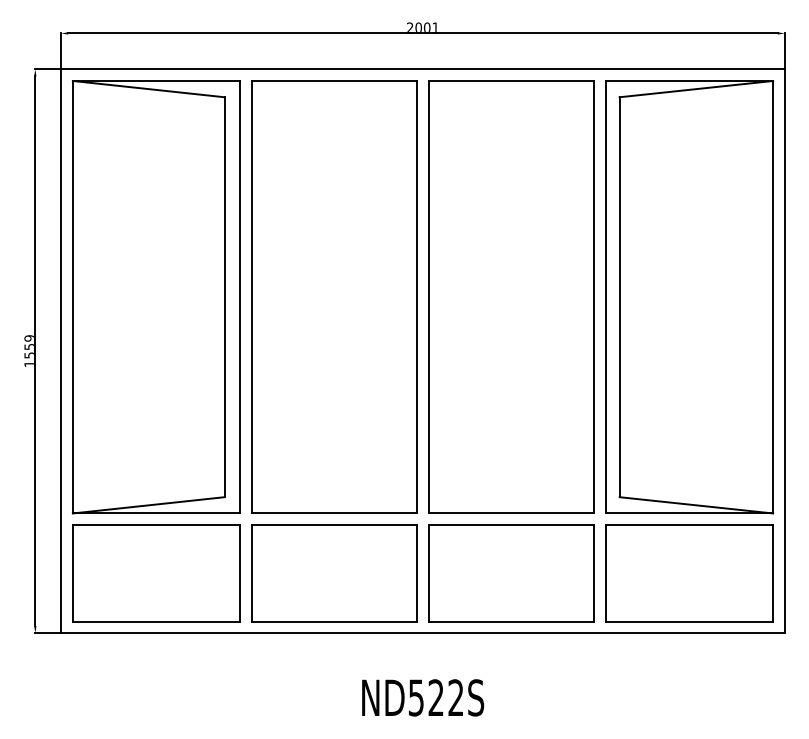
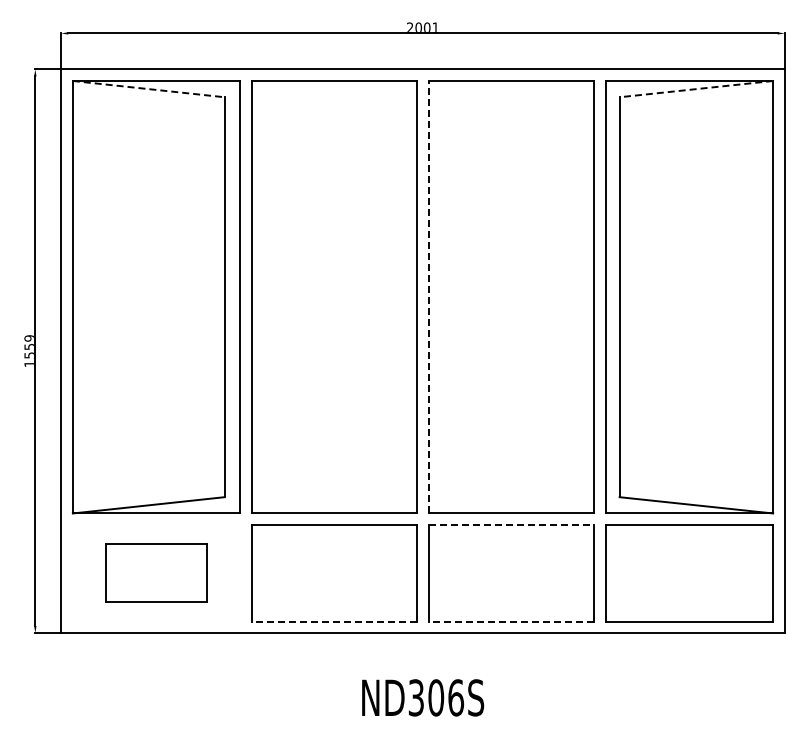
line at (149, 89): solid -> dashed
line at (695, 89): solid -> dashed
line at (428, 296): solid -> dashed
line at (511, 525): solid -> dashed
part at (156, 573) size: 169x99 px -> 103x60 px
line at (334, 621): solid -> dashed
line at (511, 621): solid -> dashed
text at (436, 697): ND522S -> ND306S
